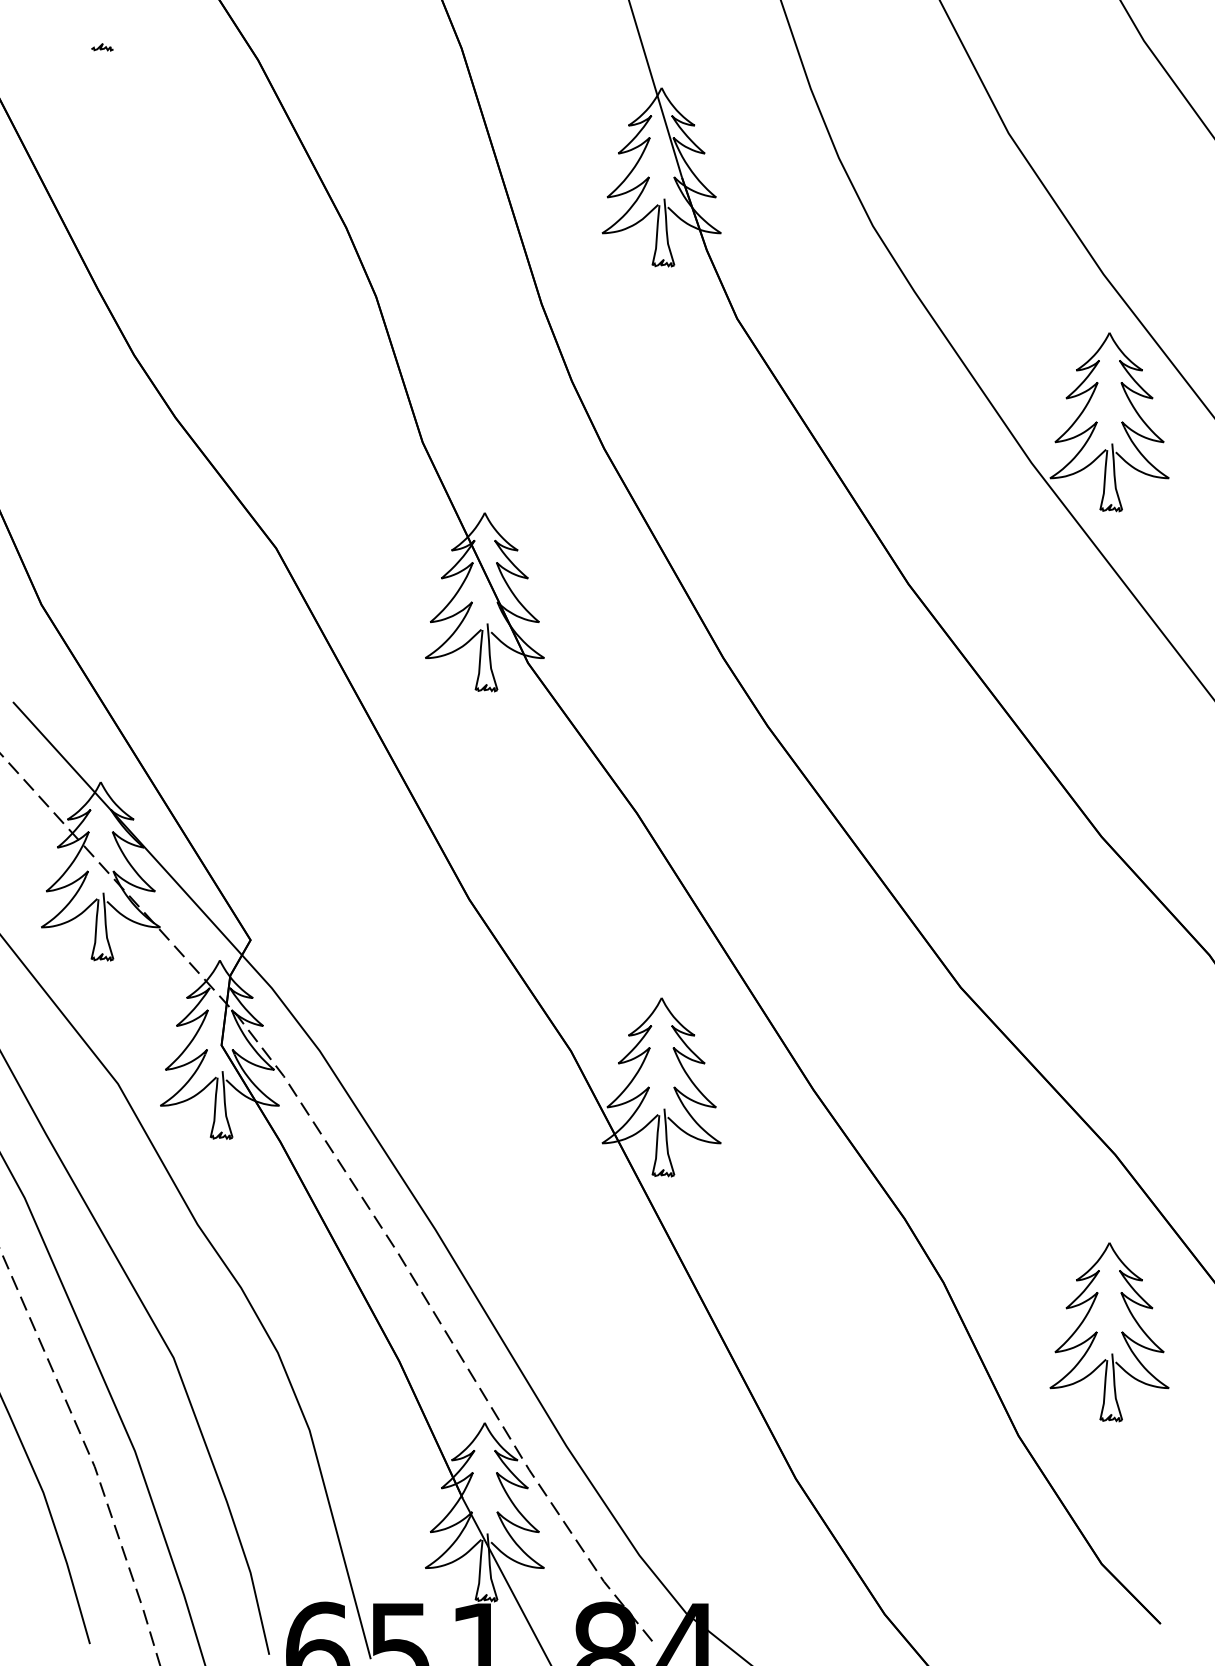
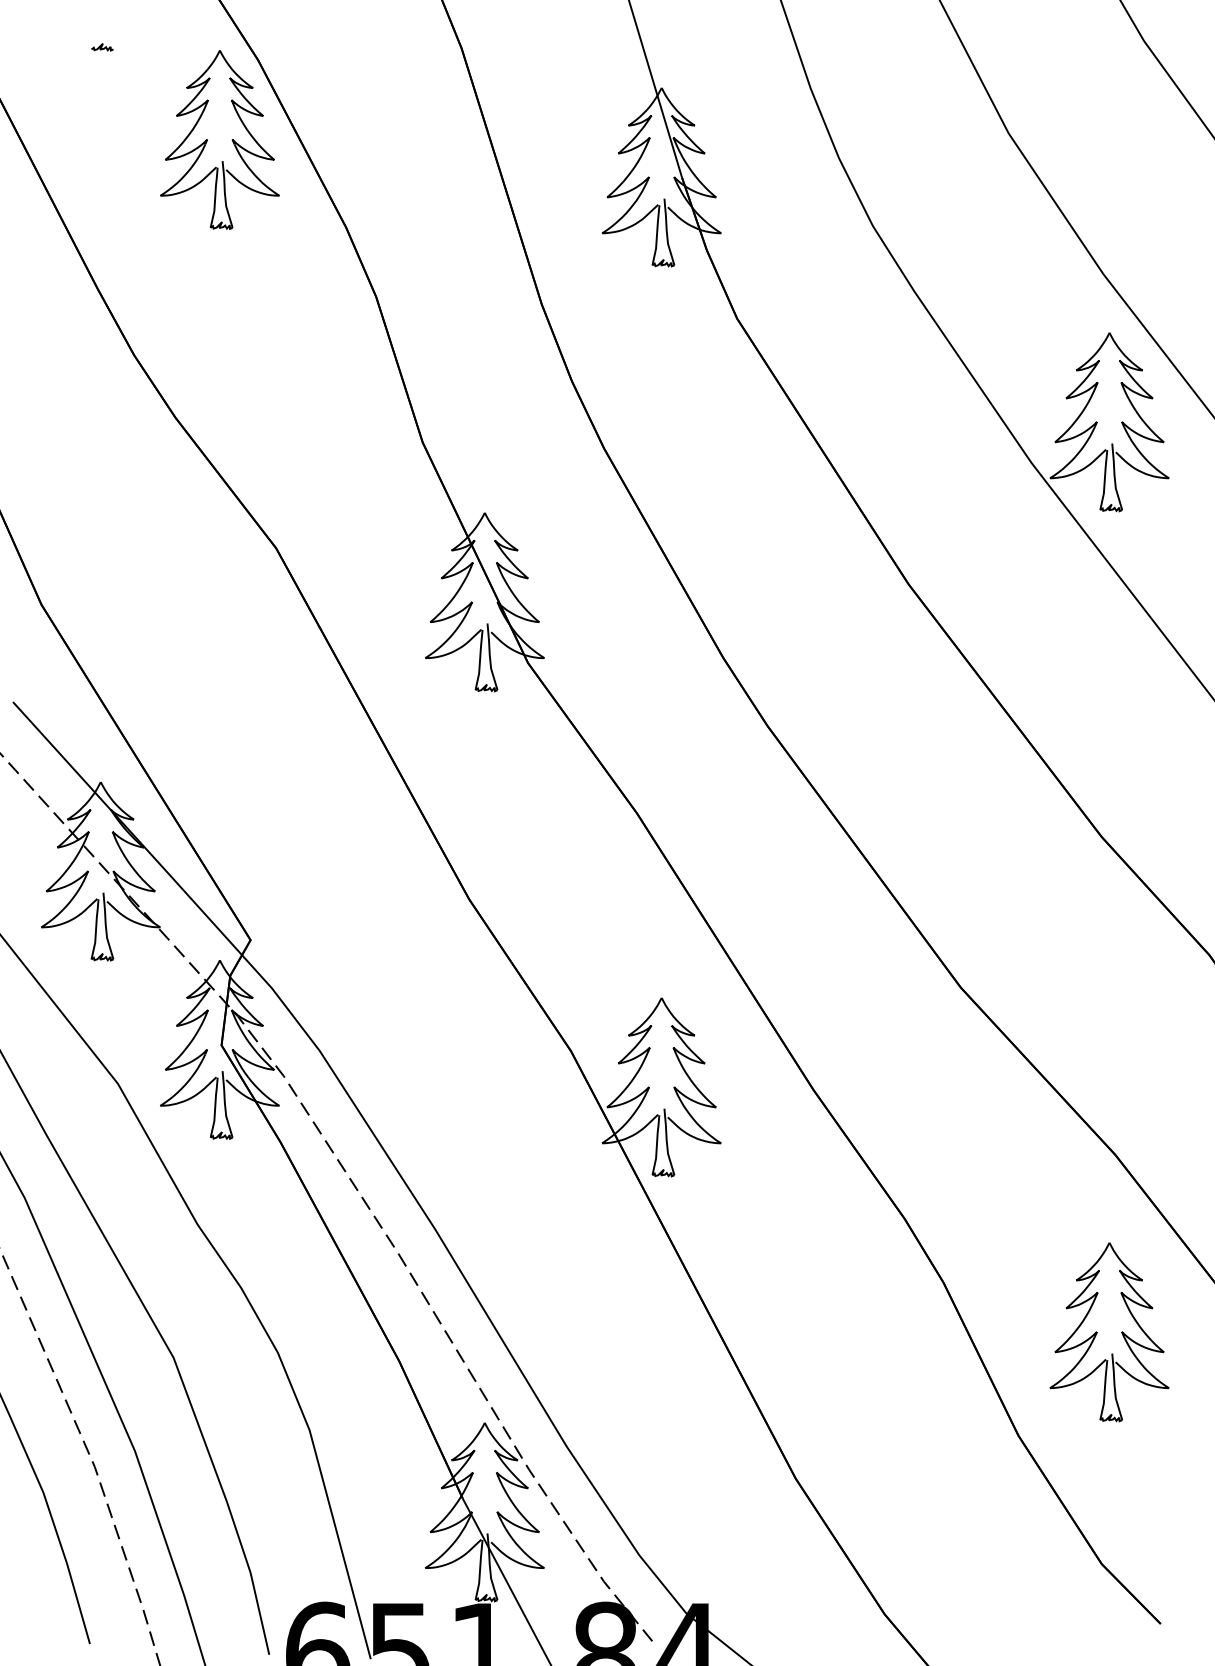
part at (219, 139): none -> present
